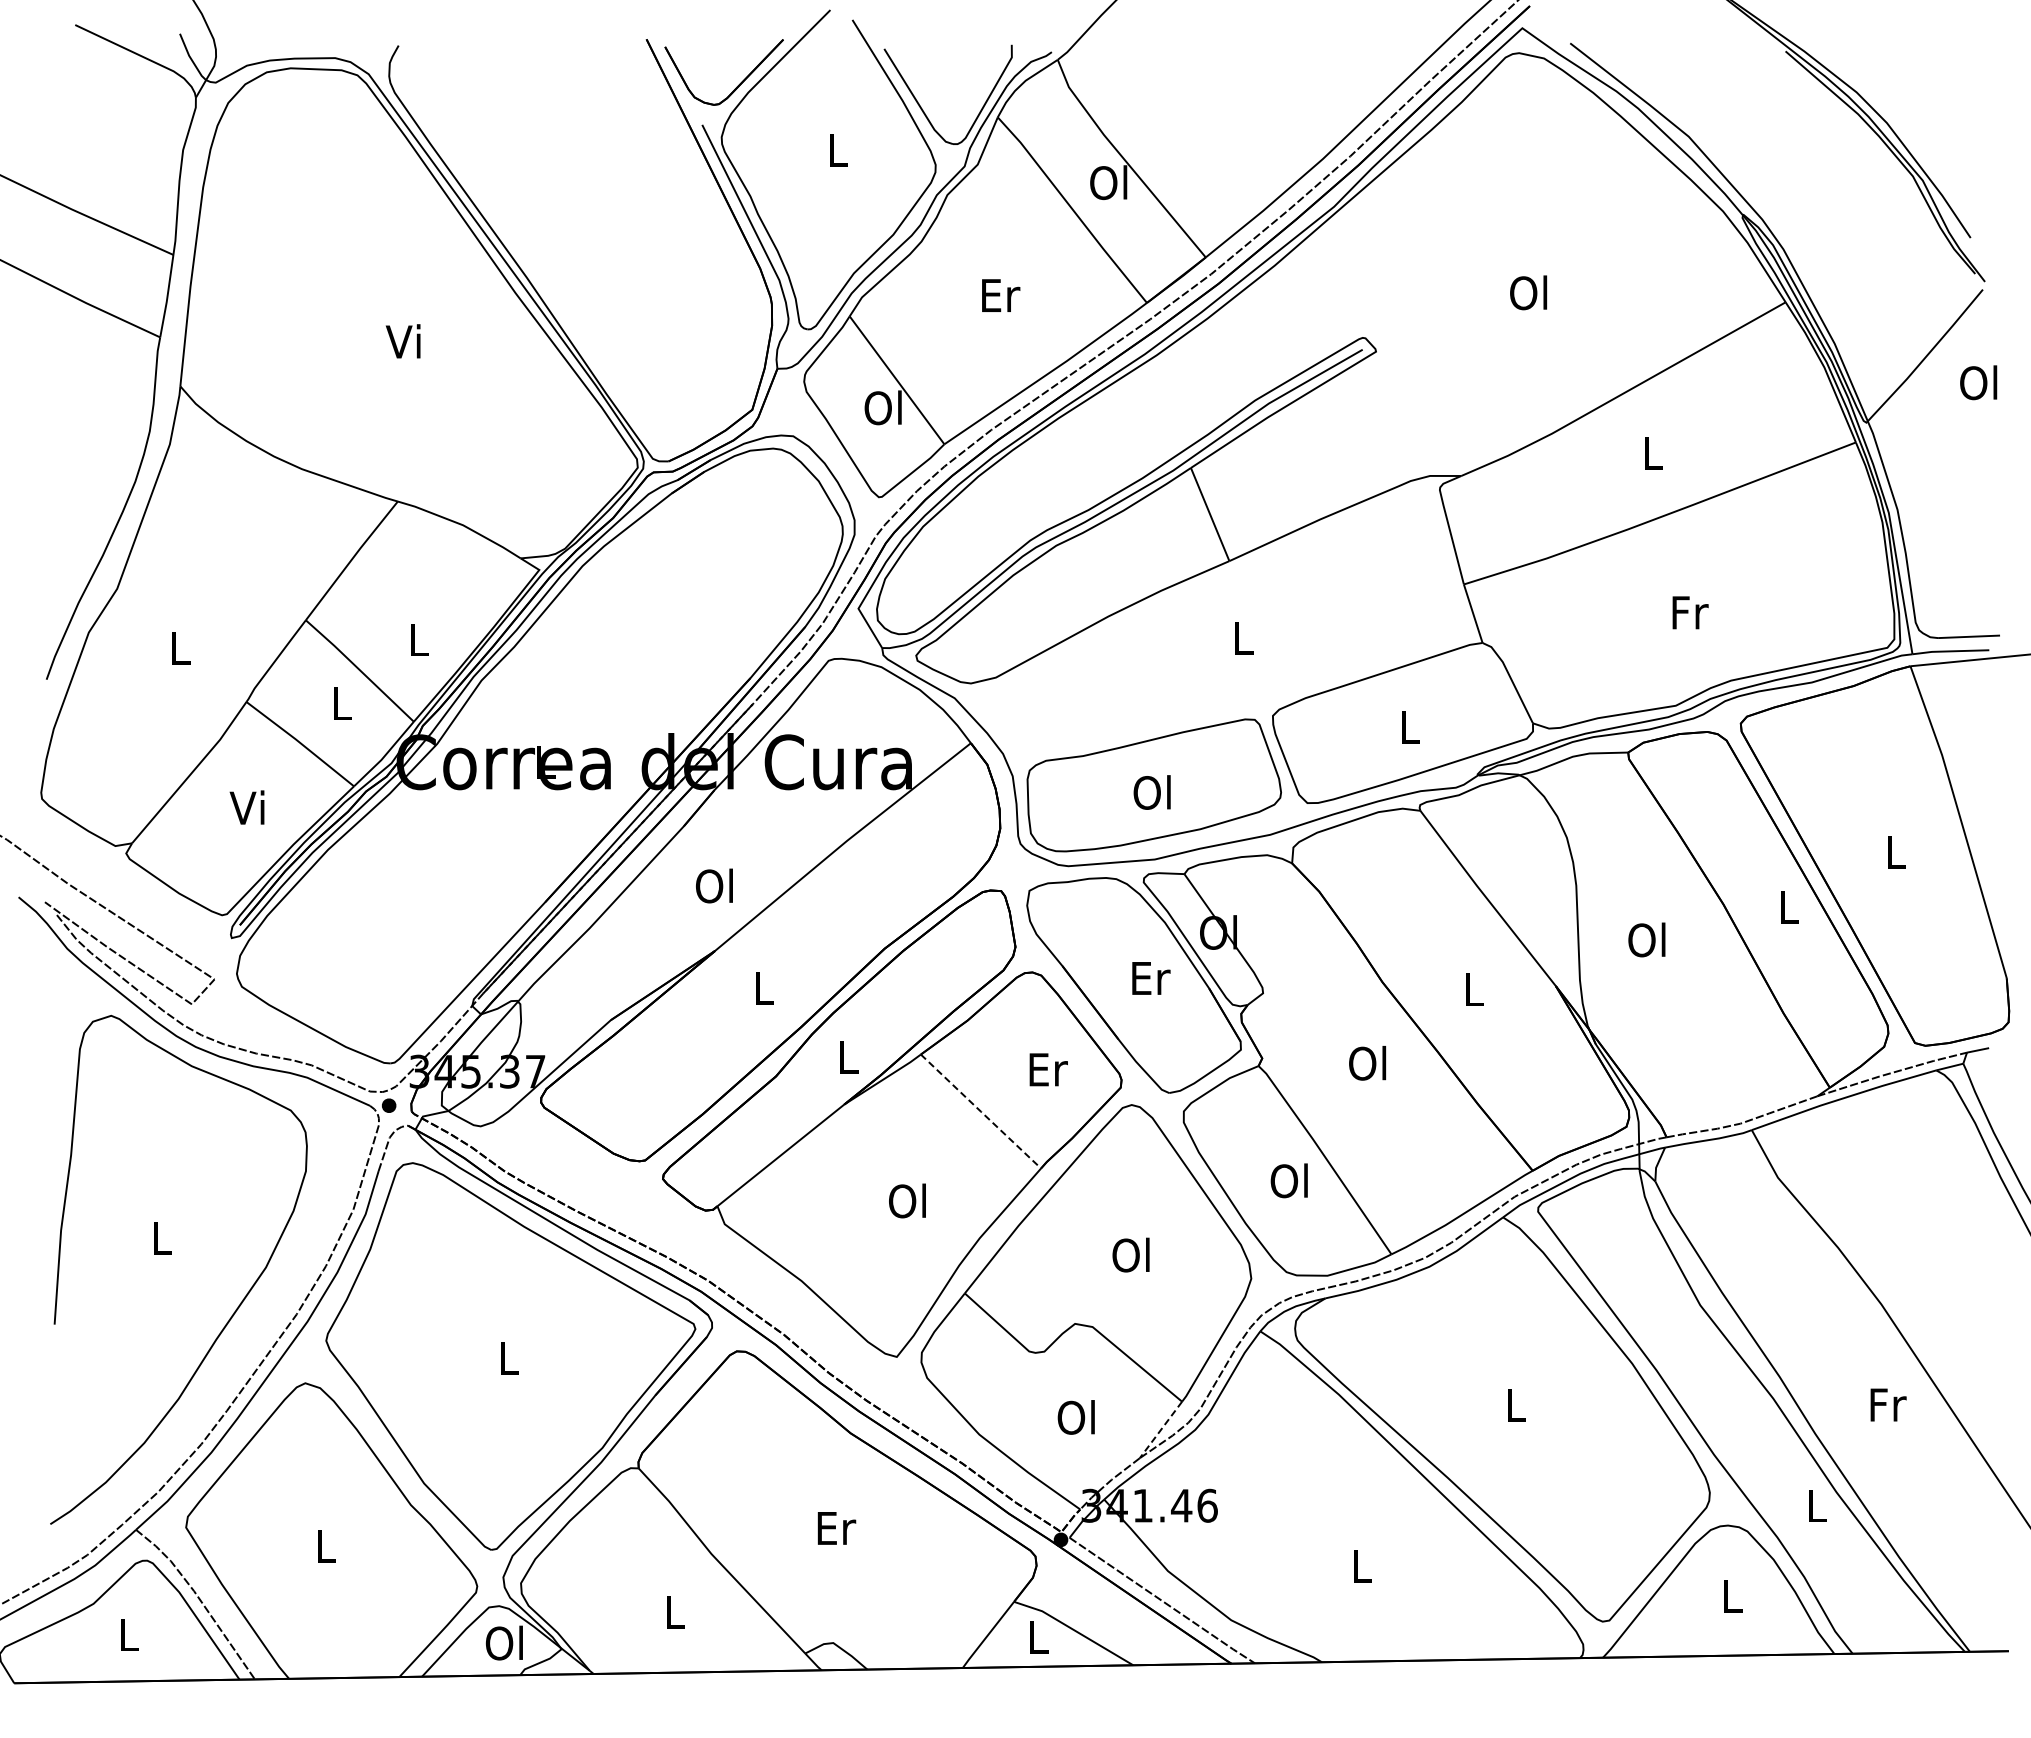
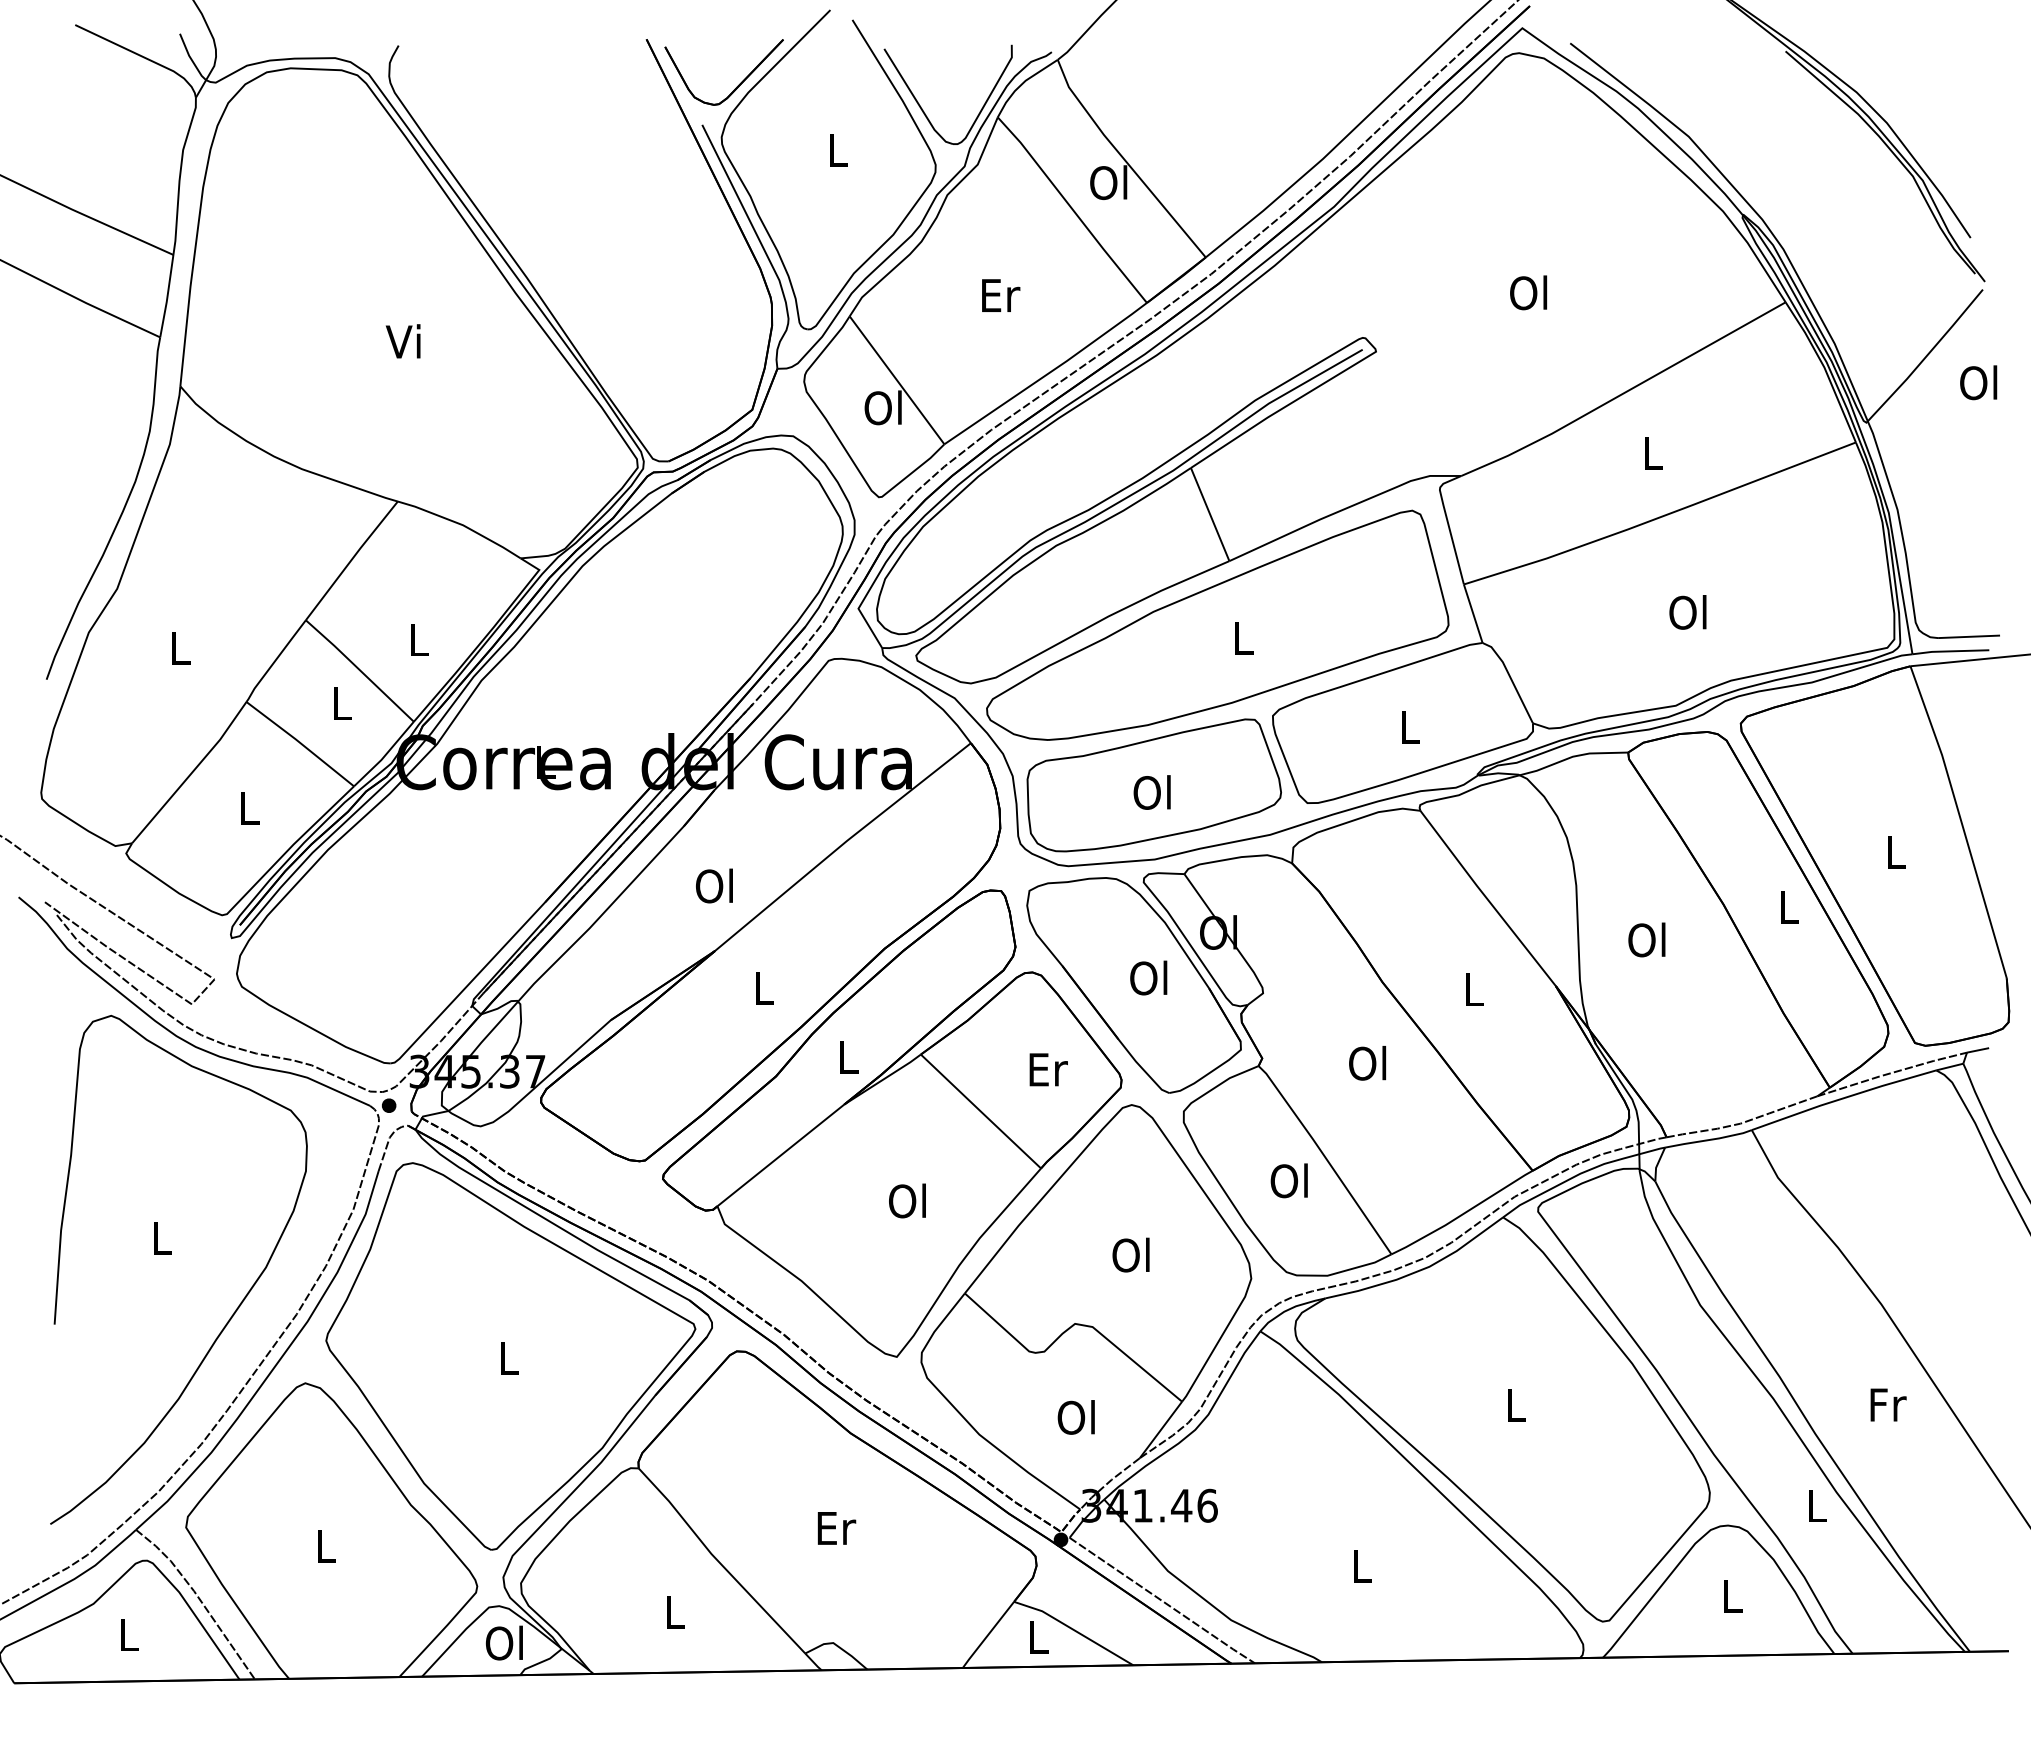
text at (1688, 612): Fr -> Ol
part at (1217, 624): none -> present
text at (246, 807): Vi -> L
text at (1150, 977): Er -> Ol
line at (980, 1111): dashed -> solid
line at (1160, 1430): dashed -> solid
